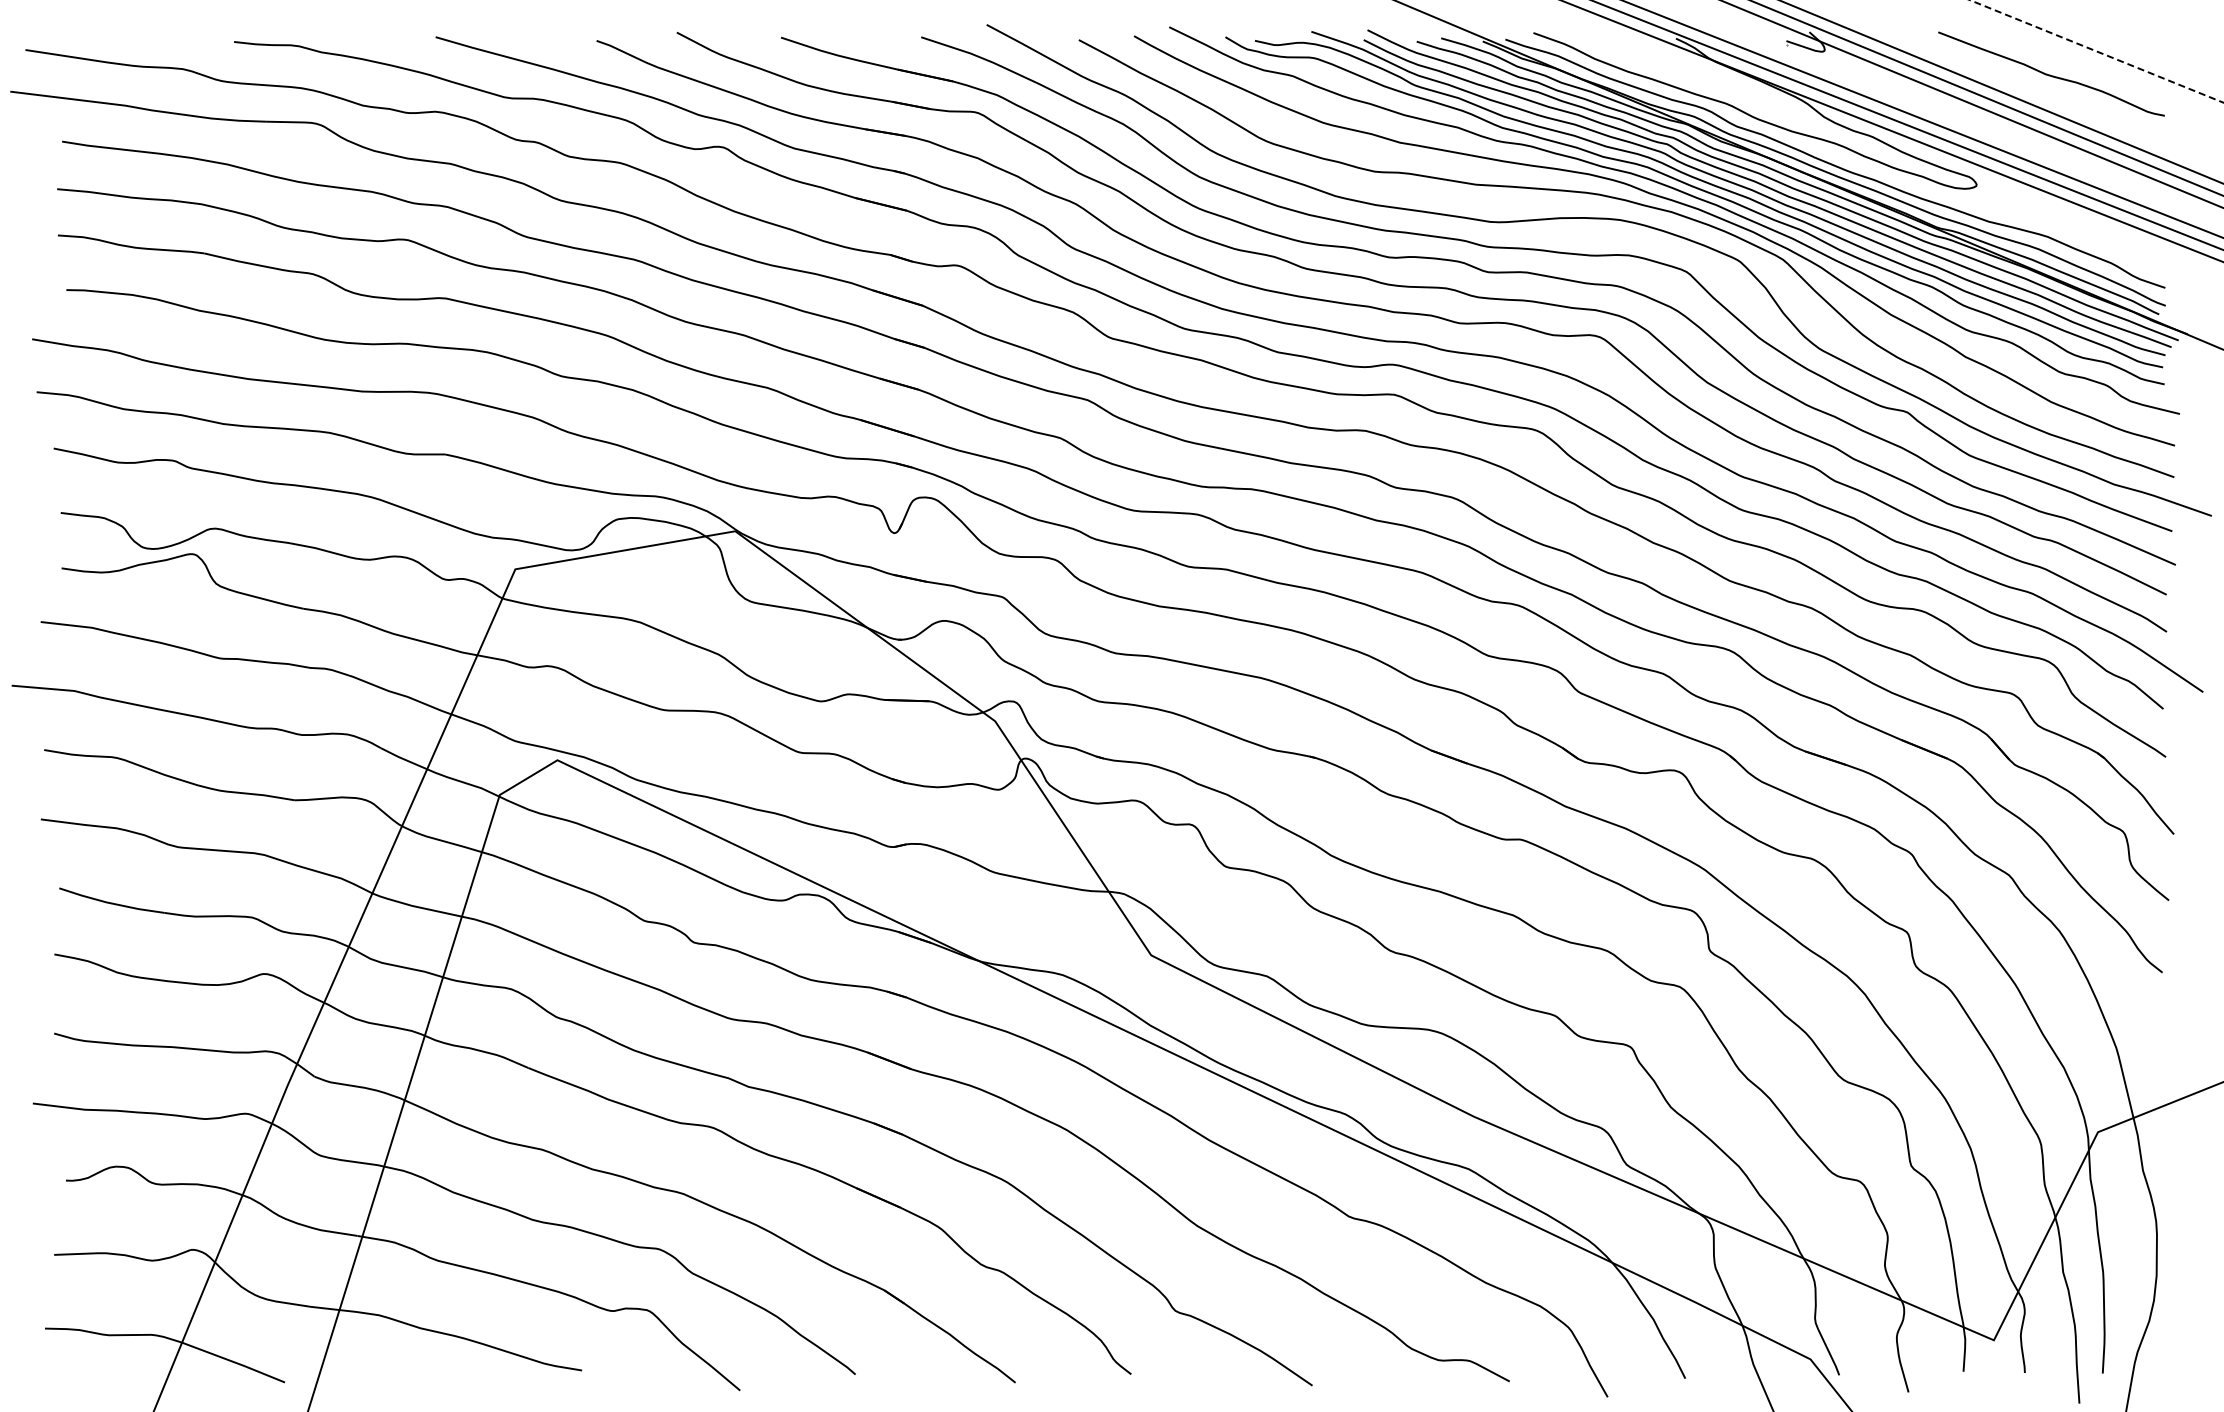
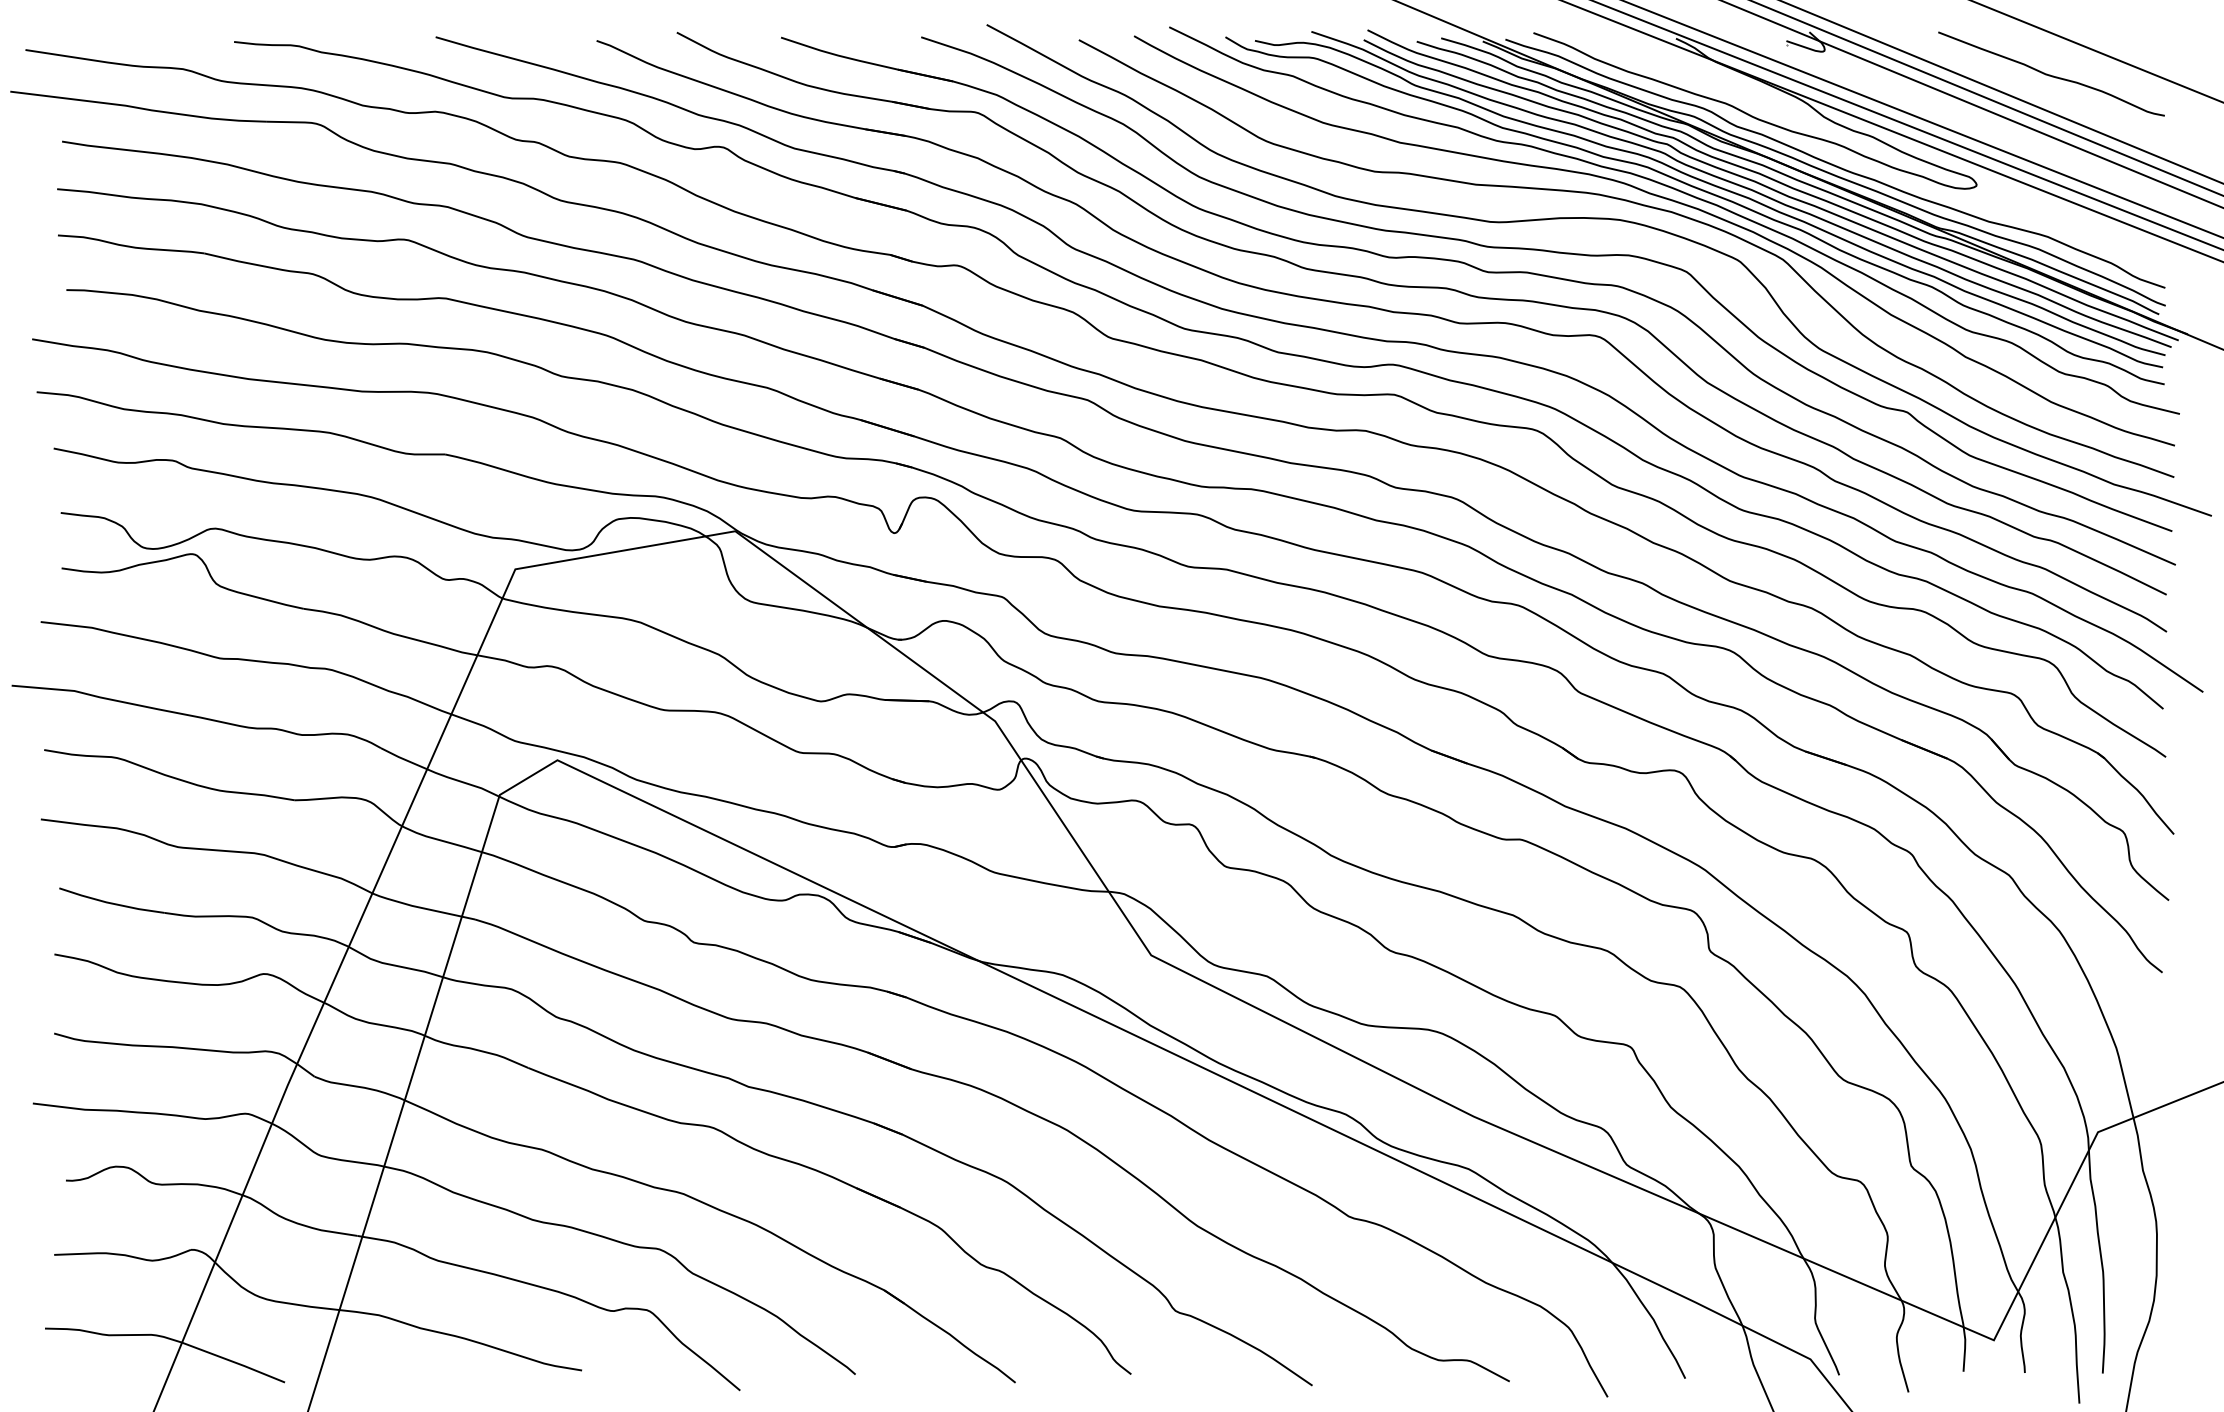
line at (2096, 51): dashed -> solid
